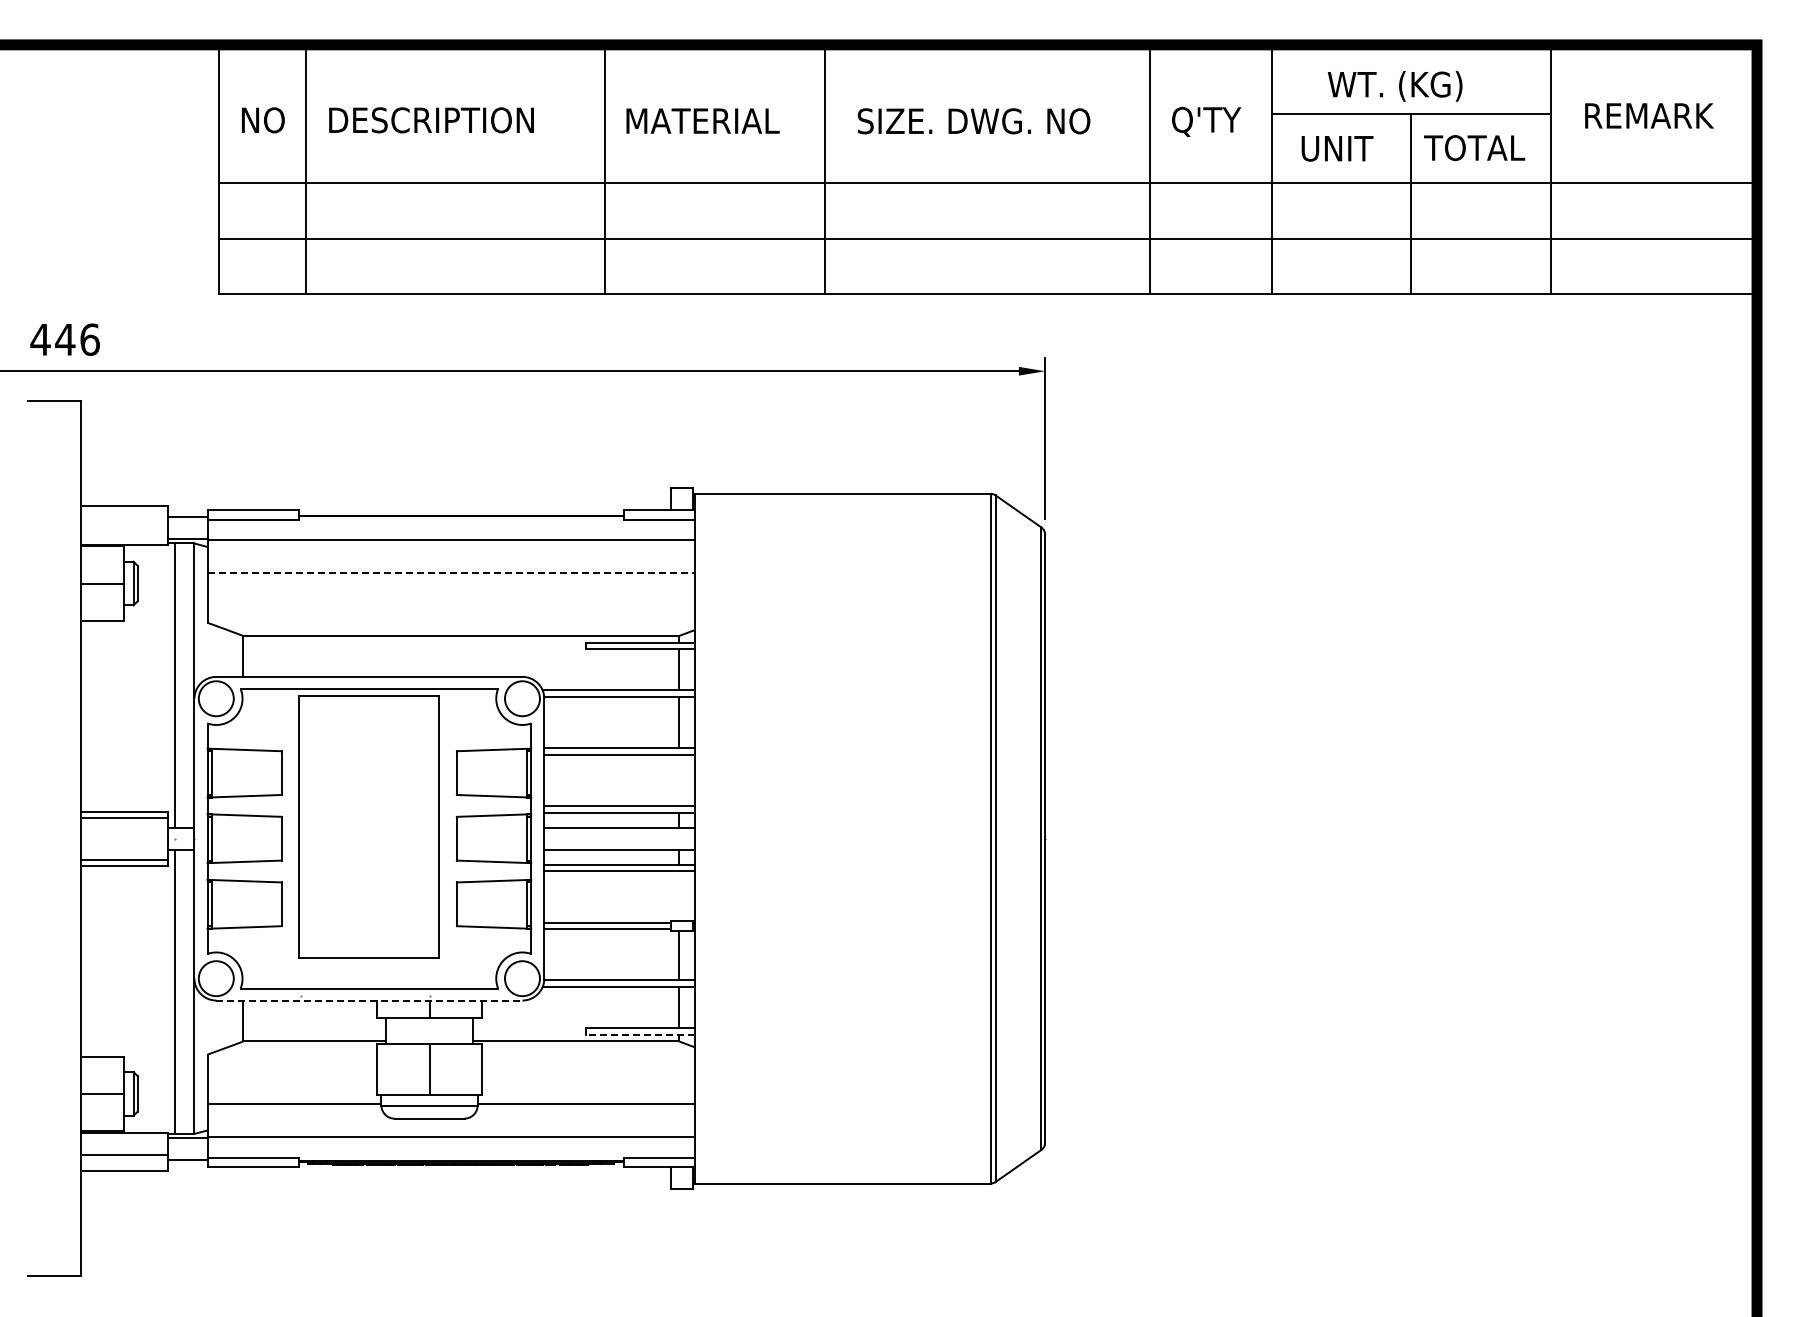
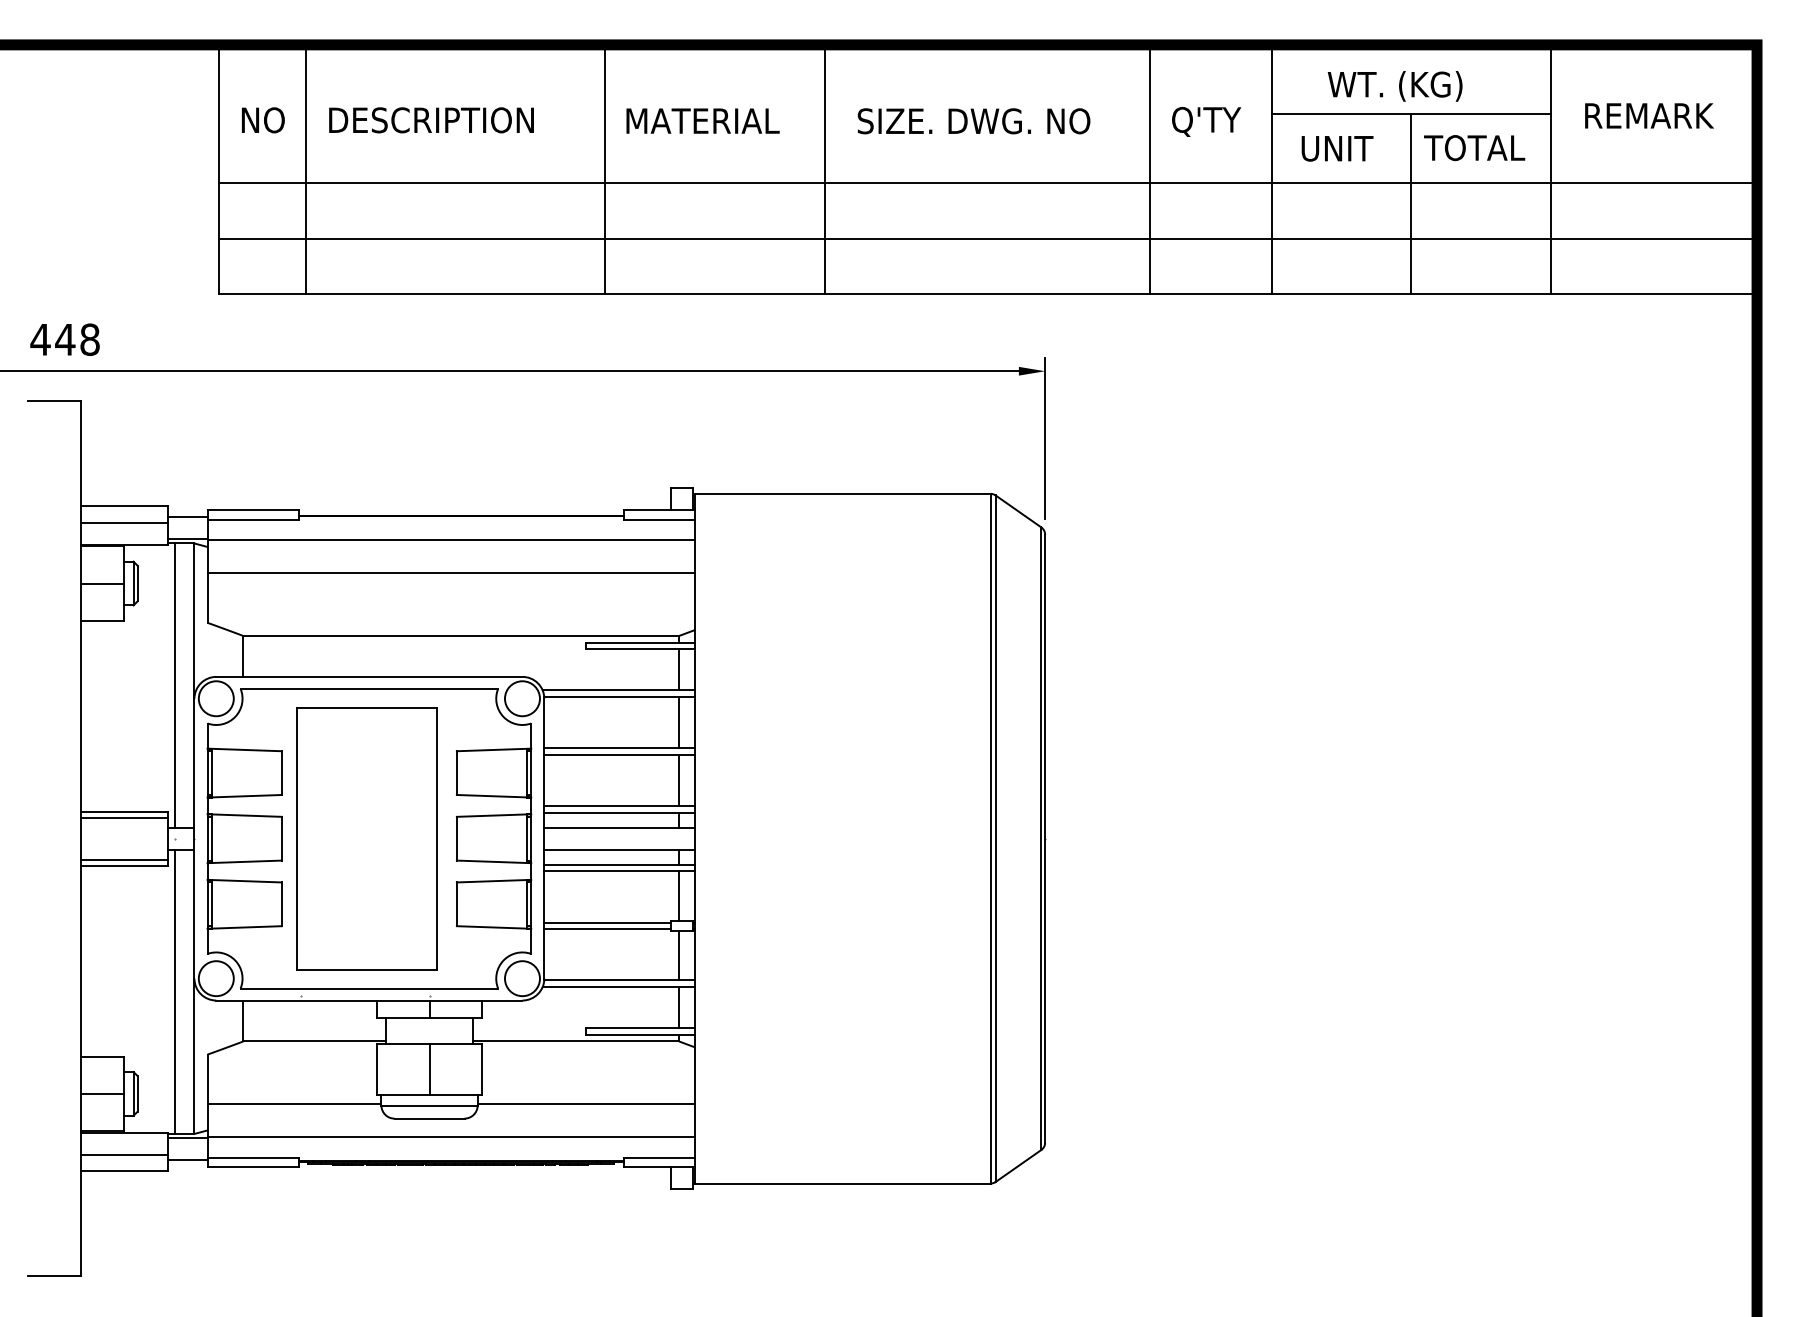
text at (89, 339): 446 -> 448
line at (124, 522): none -> present
line at (451, 573): dashed -> solid
line at (679, 780): none -> present
part at (368, 826) position: (368, 826) -> (366, 838)
line at (679, 895): none -> present
line at (369, 1000): dashed -> solid
line at (640, 1034): dashed -> solid
